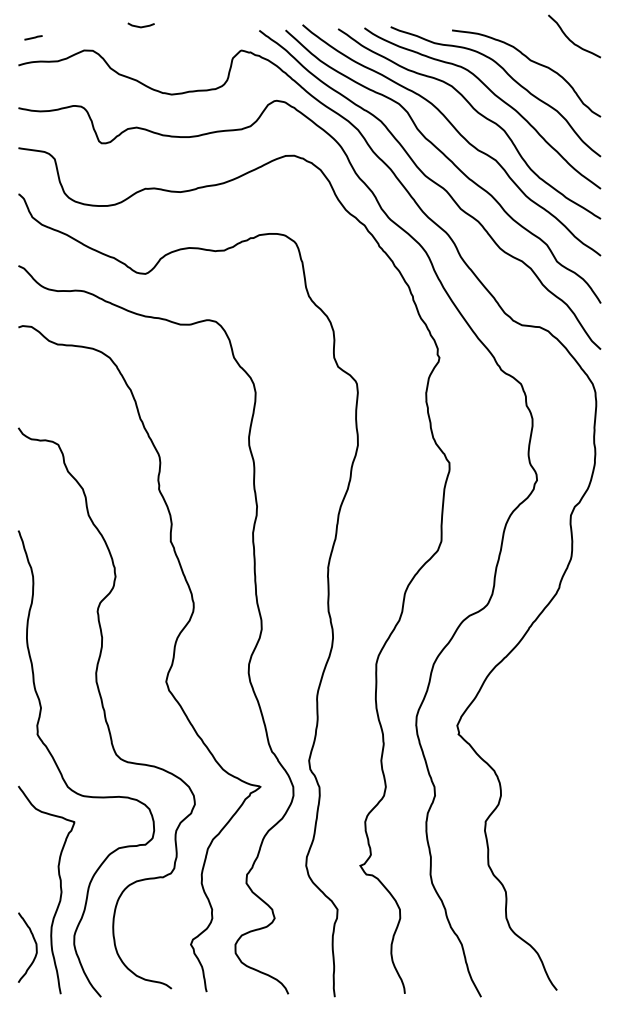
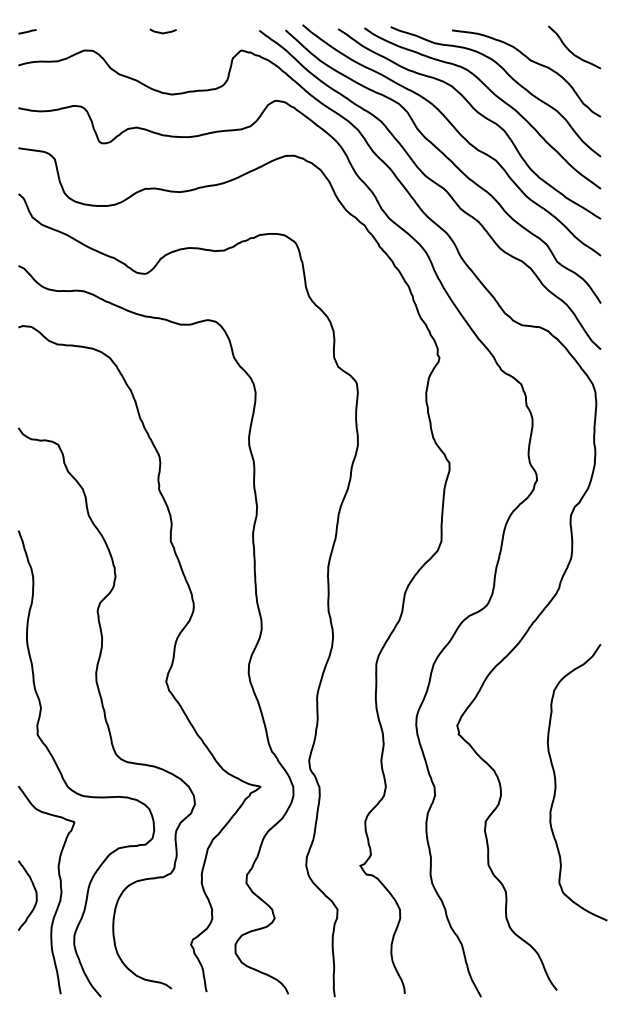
line at (140, 26) position: (140, 26) -> (162, 32)
line at (33, 37) position: (33, 37) -> (27, 31)
curve at (570, 39) position: (570, 39) -> (570, 50)
curve at (556, 782): none -> present
curve at (35, 947) position: (35, 947) -> (35, 895)
